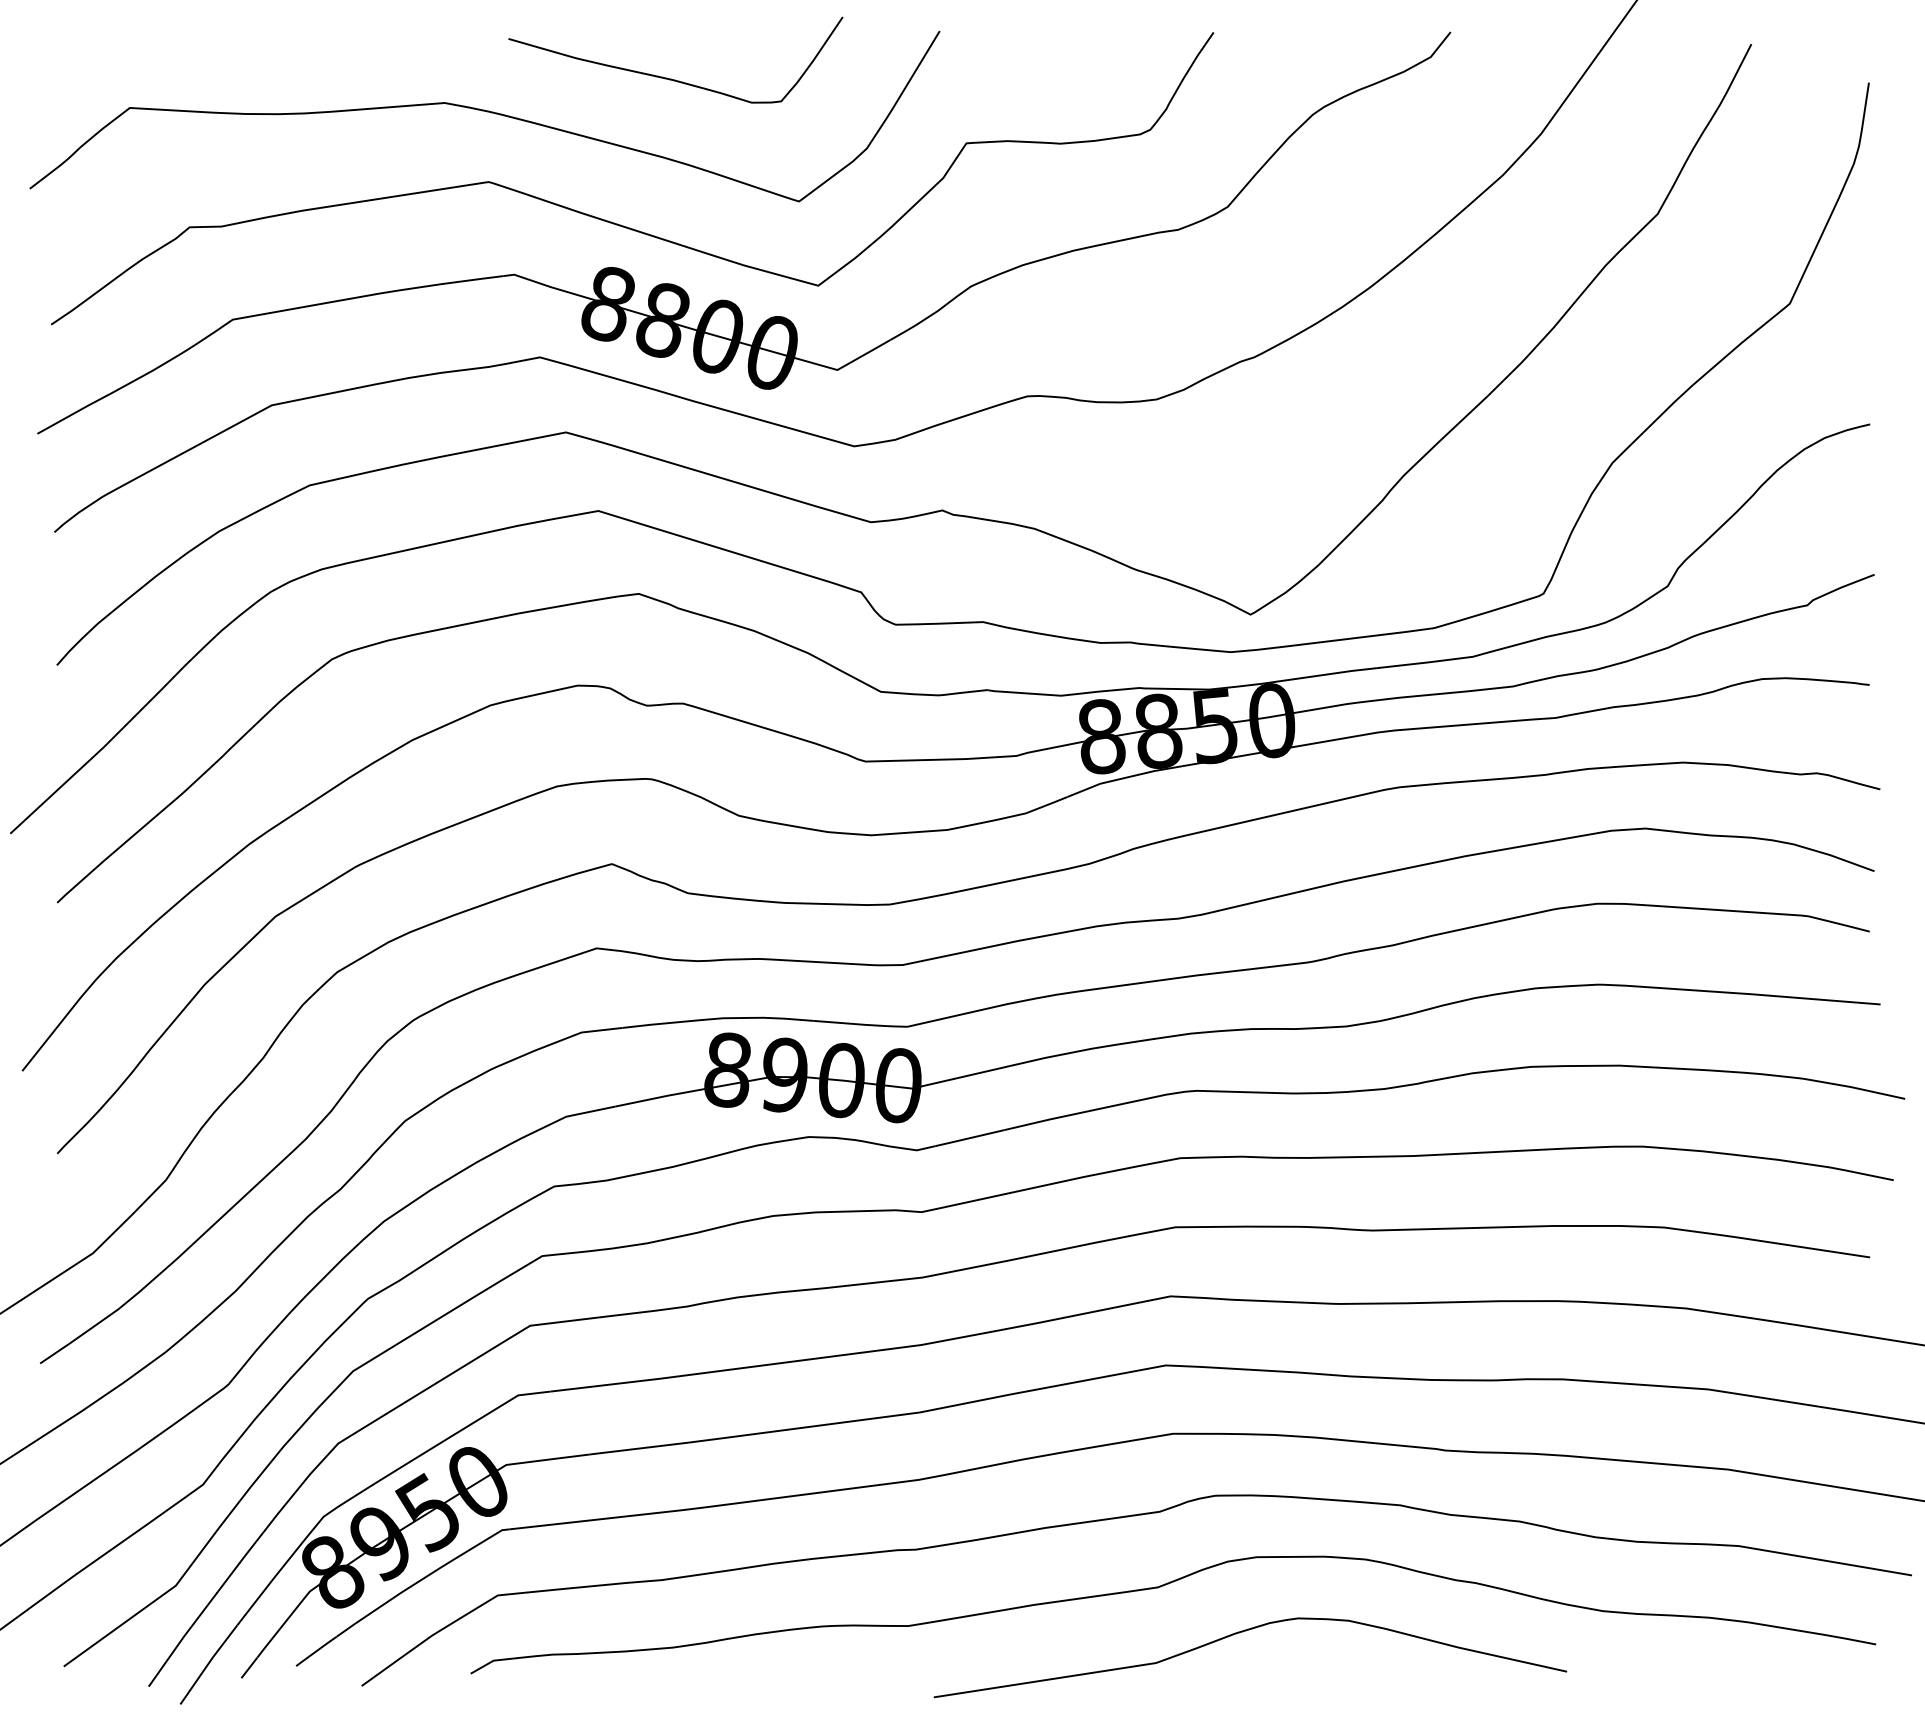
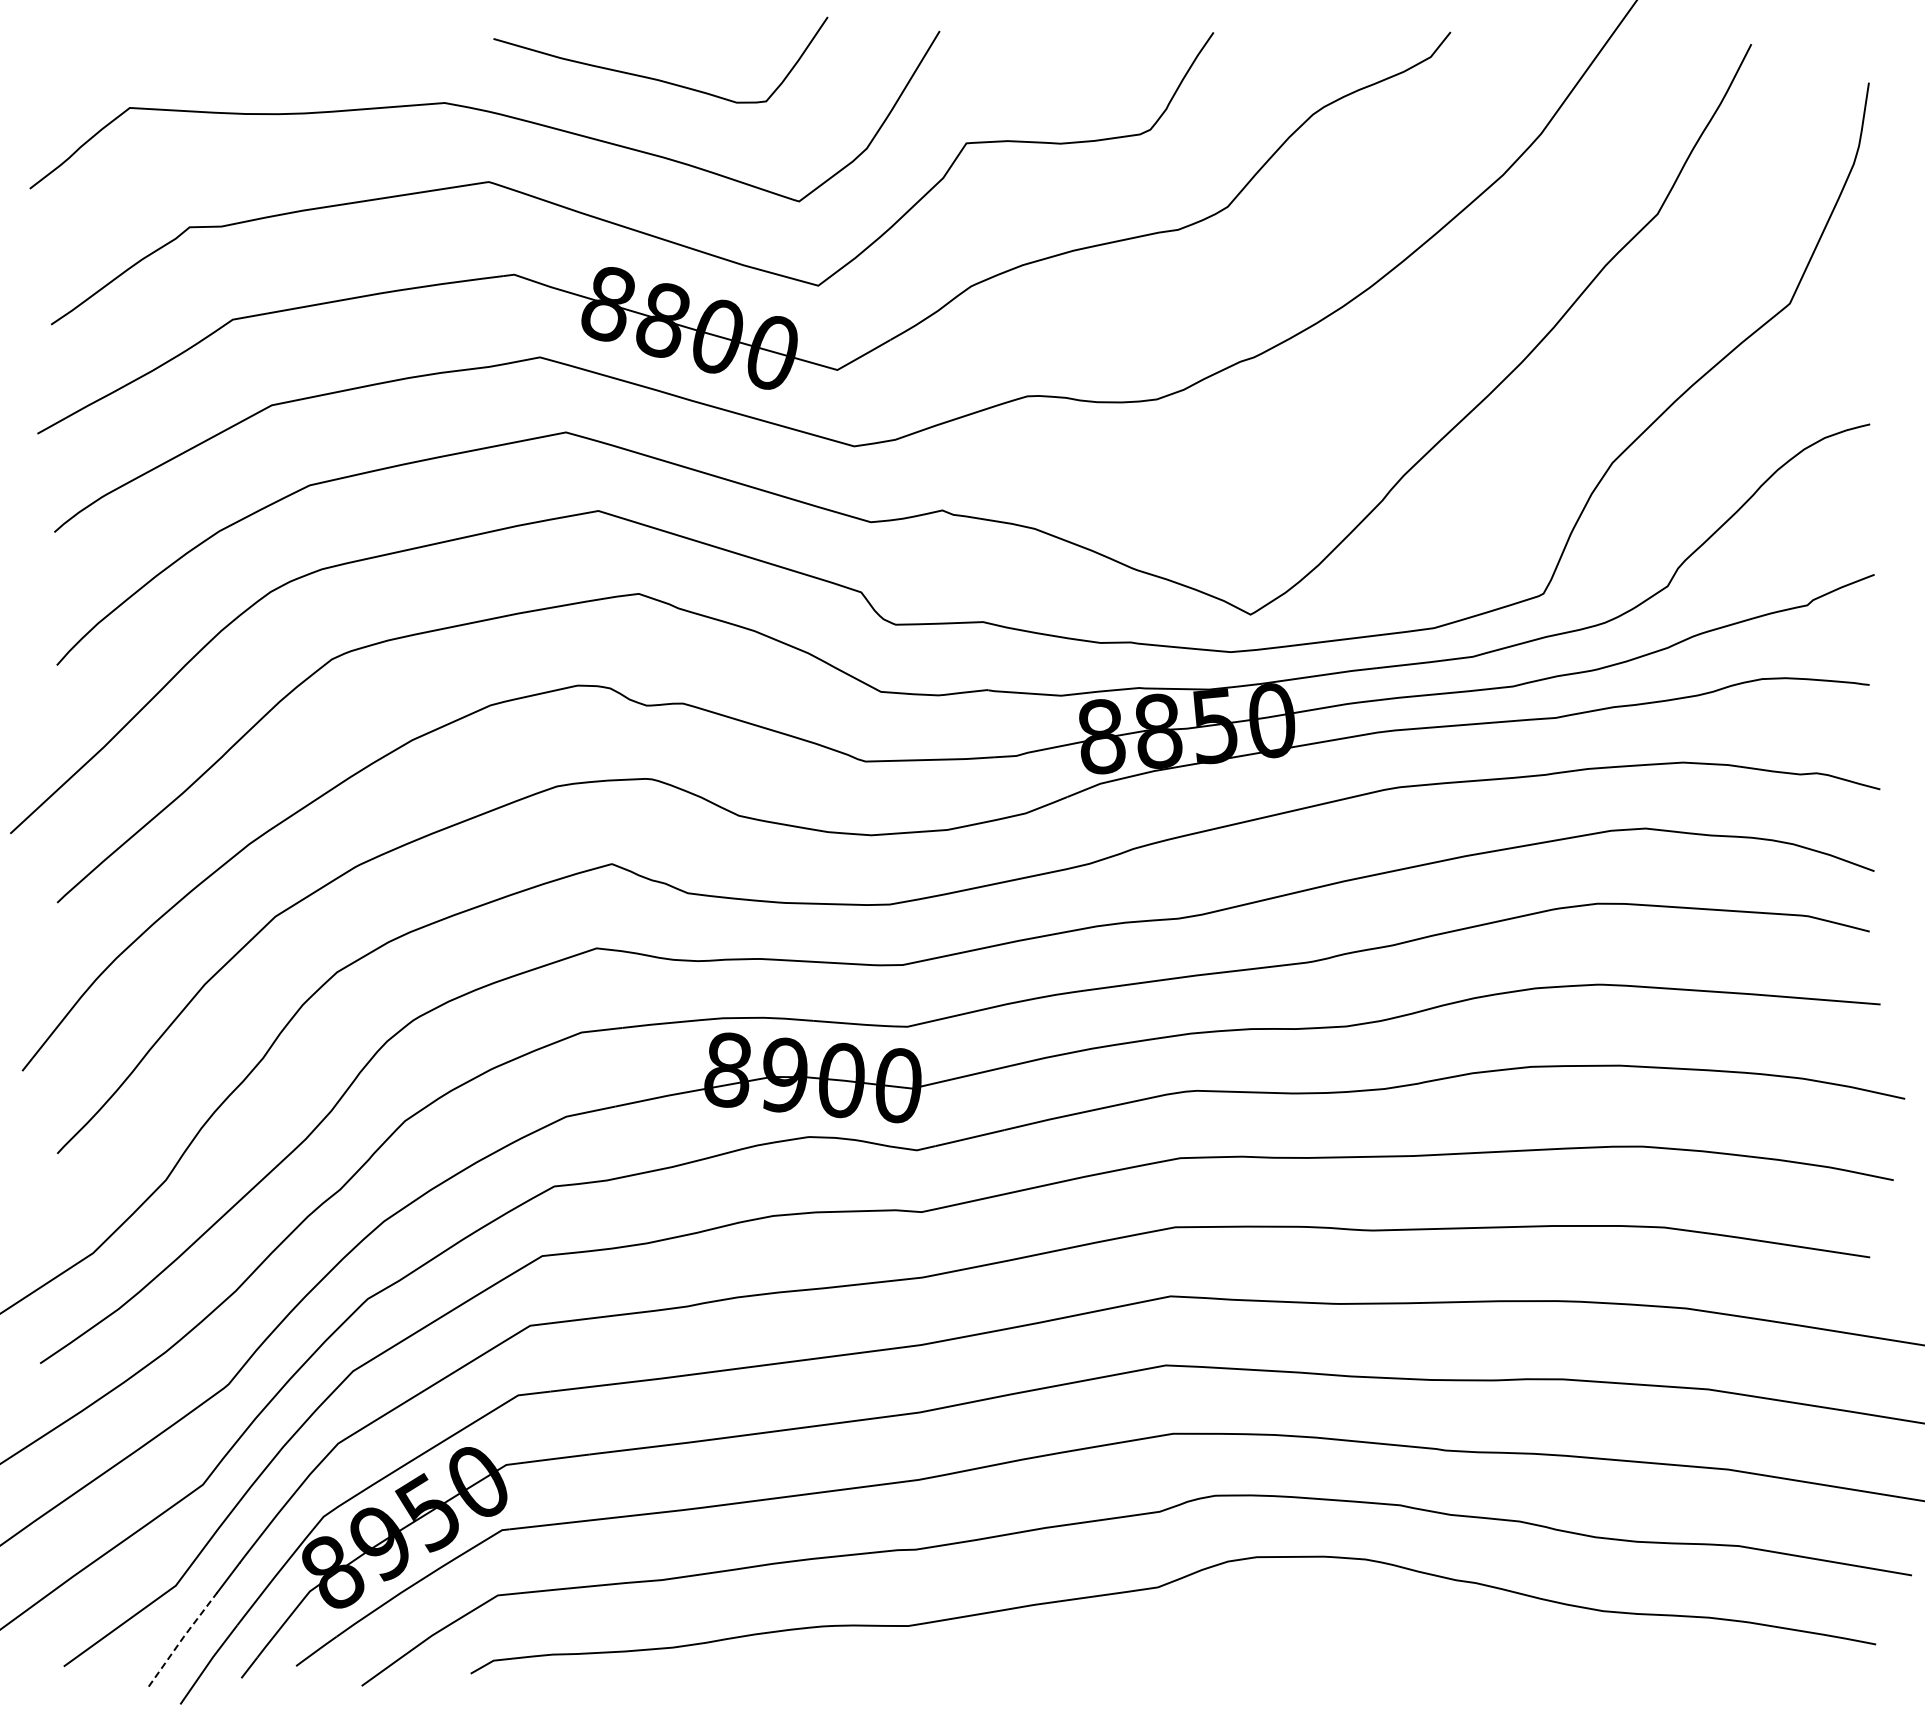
curve at (671, 78) position: (671, 78) -> (656, 78)
curve at (1242, 1632): present -> none
line at (182, 1638): solid -> dashed
